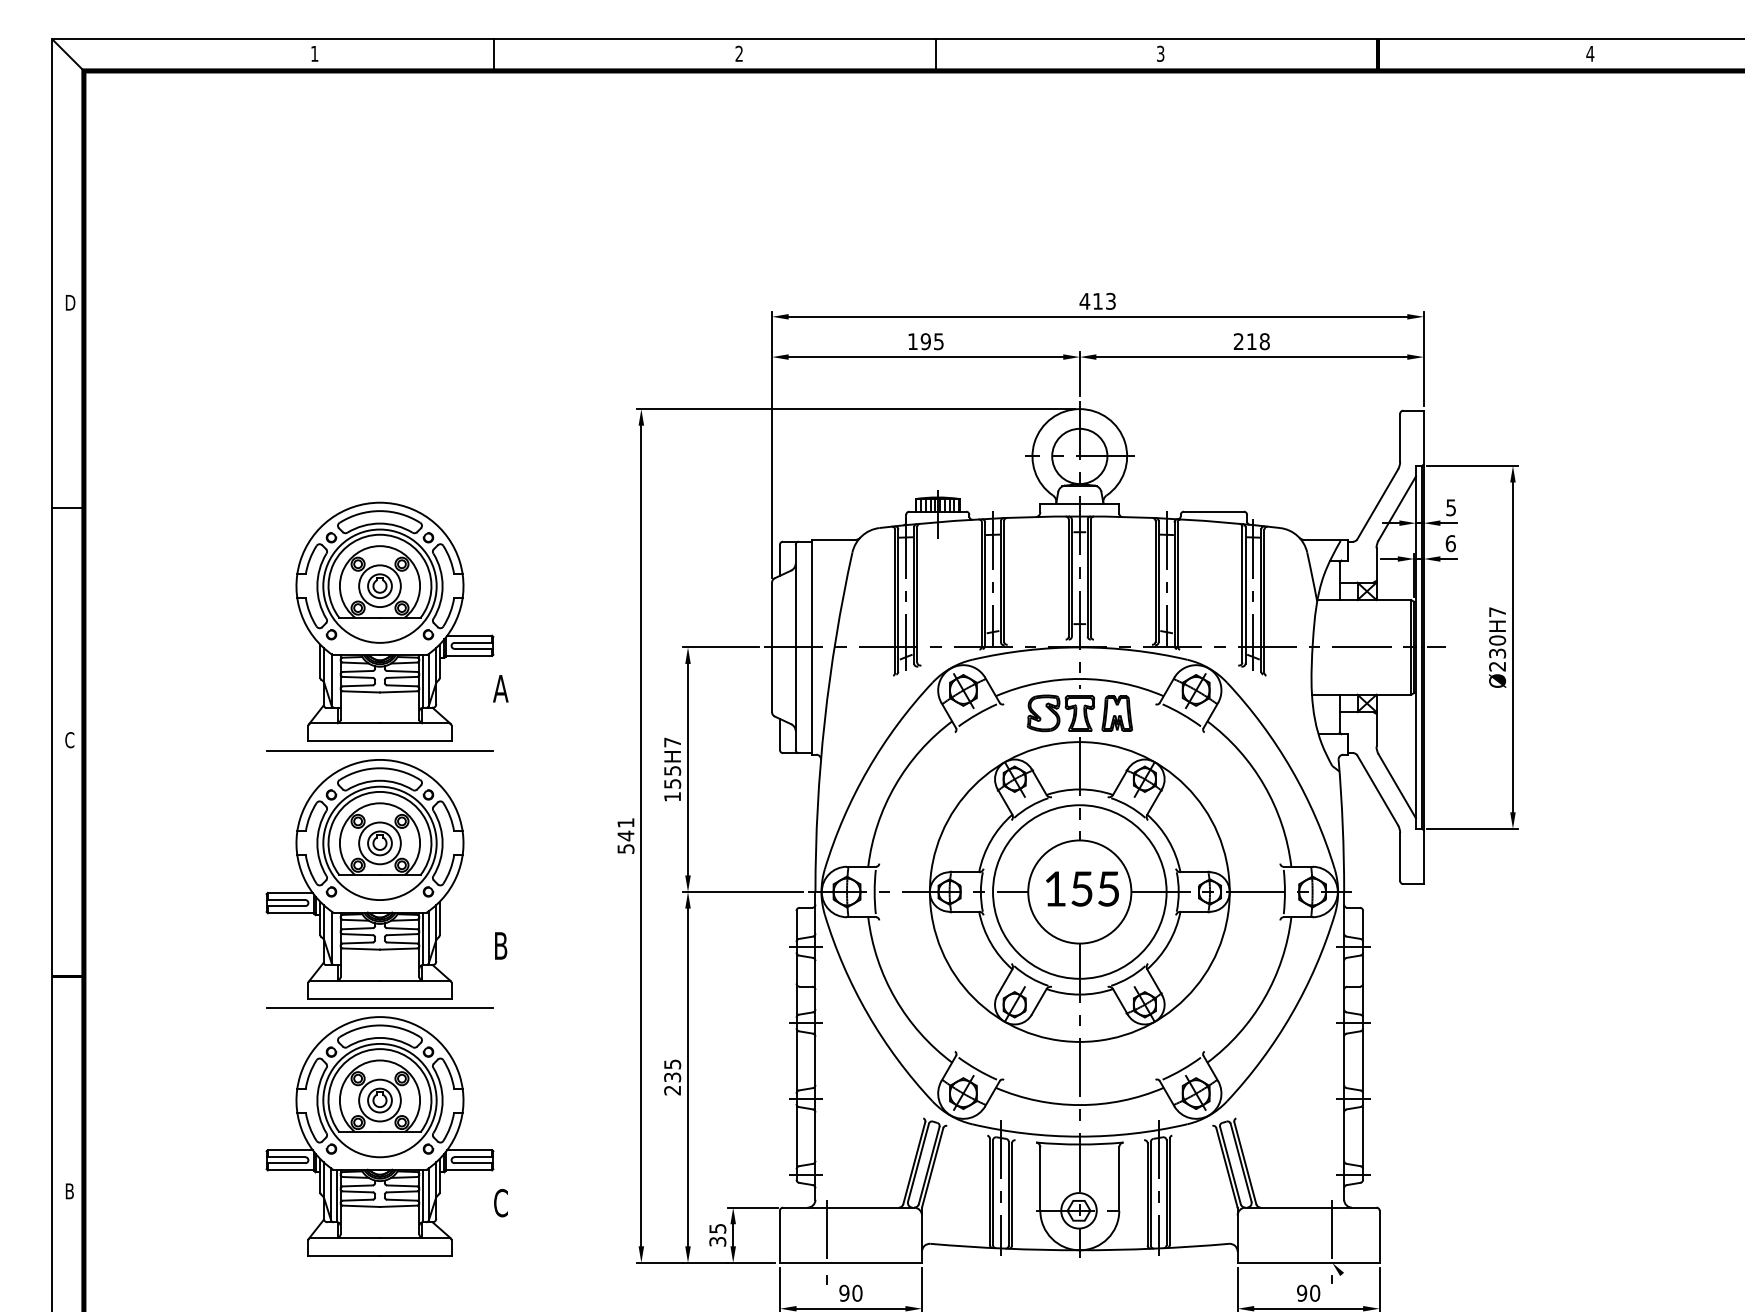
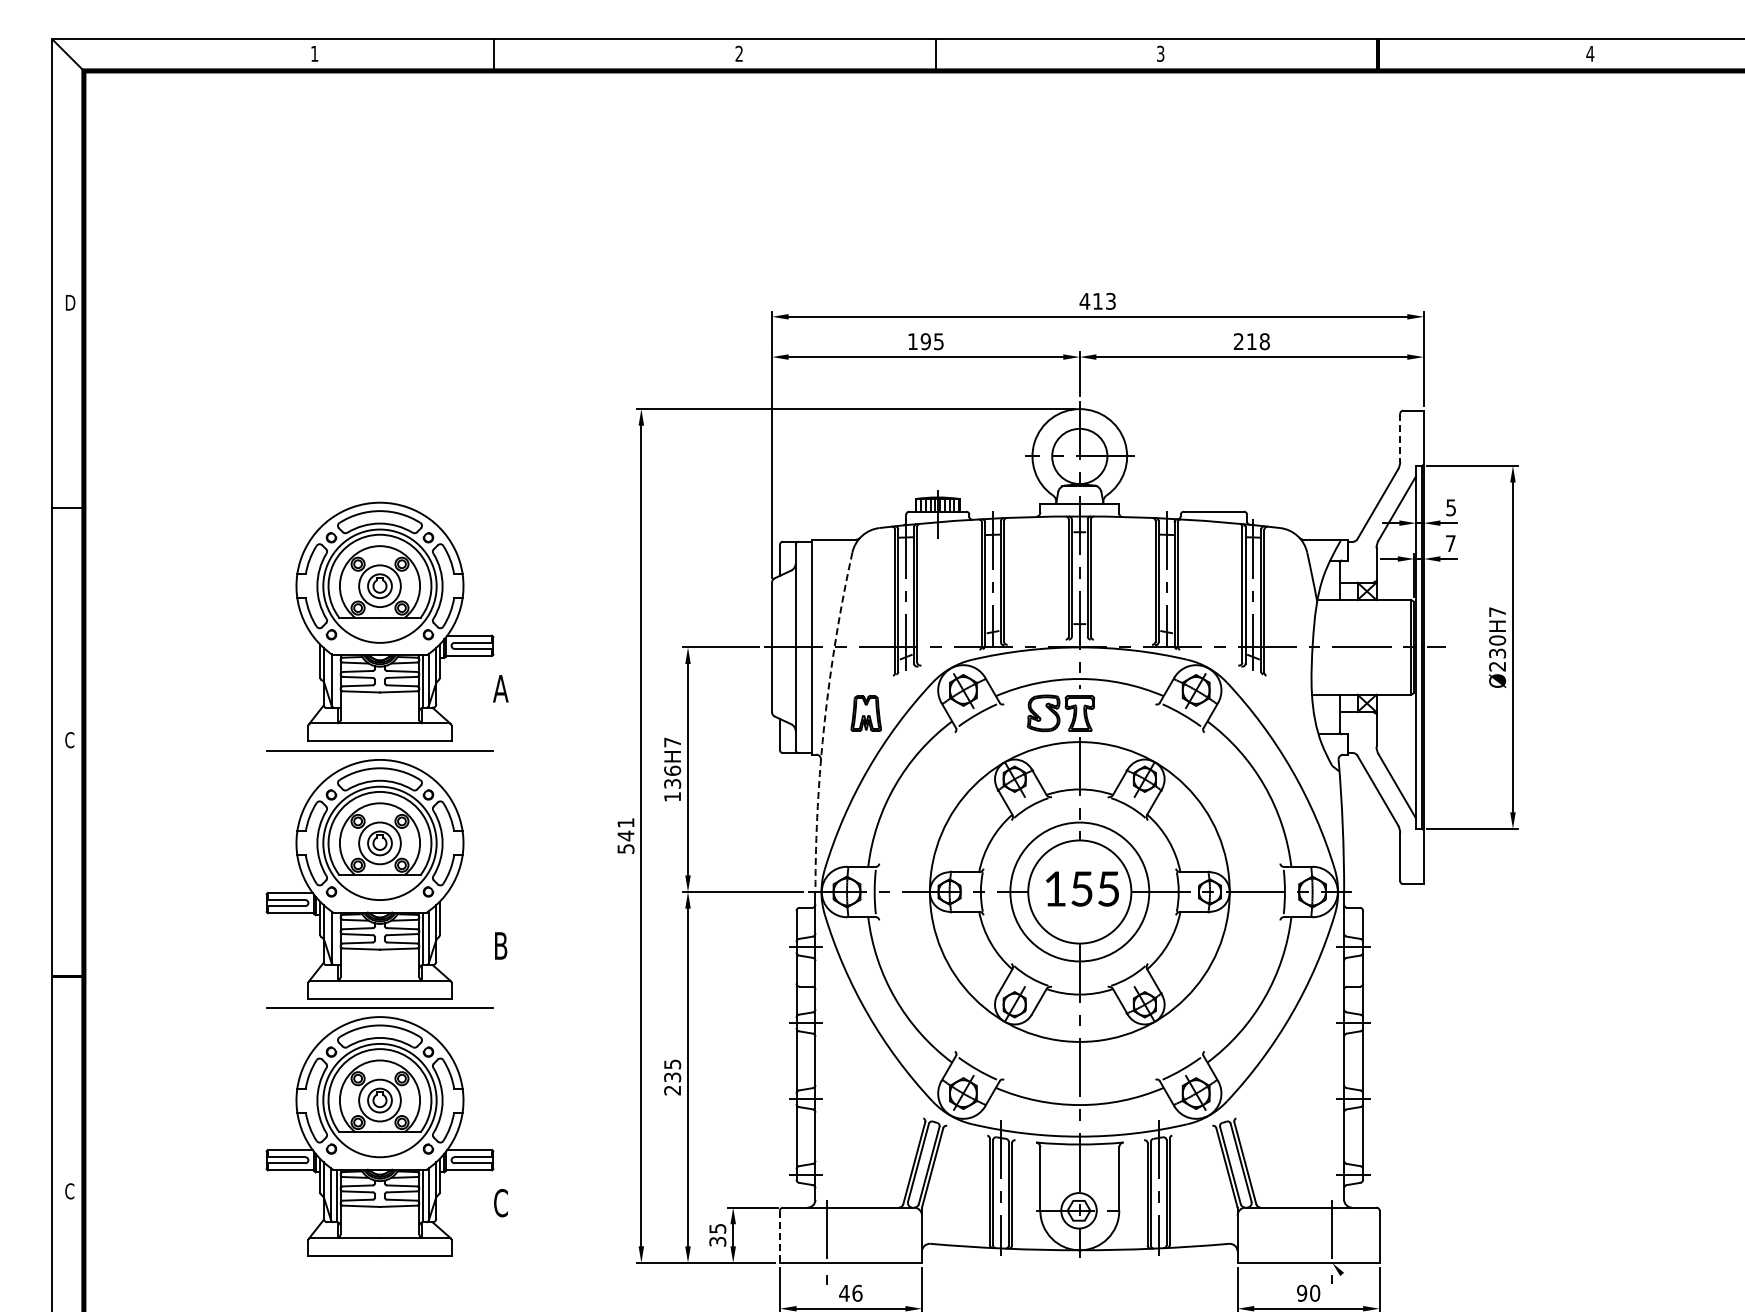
line at (1400, 437): solid -> dashed
text at (1450, 543): 6 -> 7
part at (1116, 713) position: (1116, 713) -> (865, 713)
arc at (824, 721): solid -> dashed
text at (672, 776): 155H7 -> 136H7
circle at (1079, 891) diameter: 174 px -> 139 px
text at (69, 1191): B -> C
line at (779, 1237): solid -> dashed
text at (850, 1292): 90 -> 46
